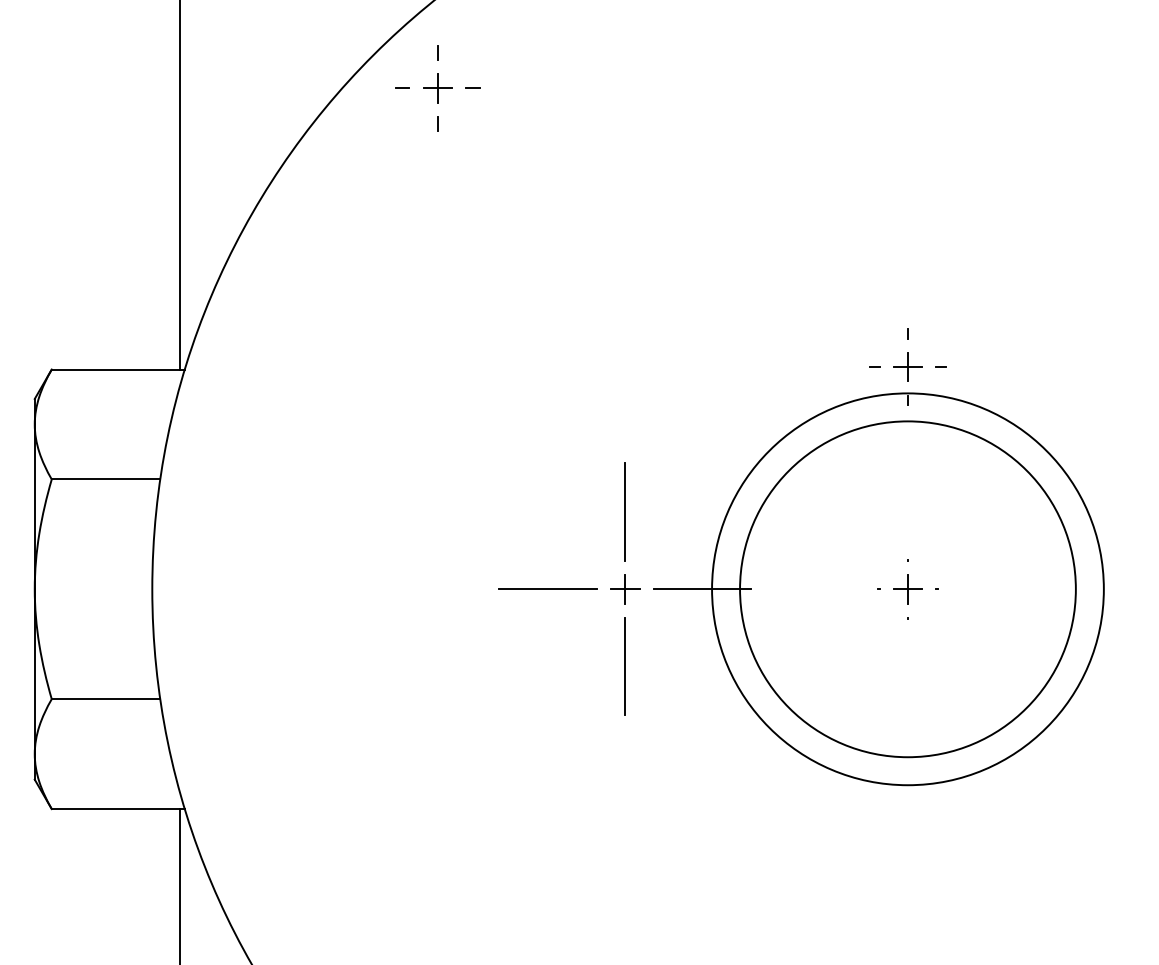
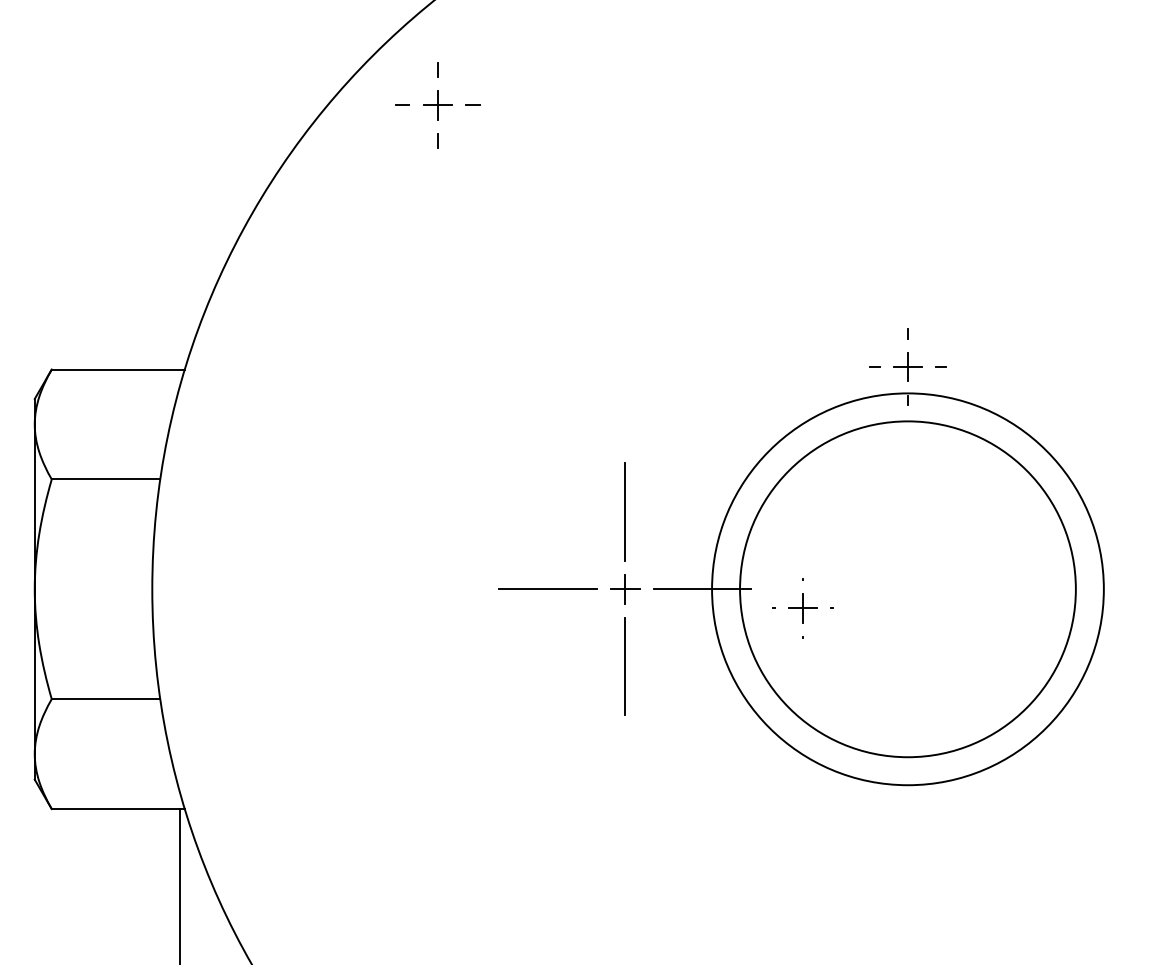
part at (437, 88) position: (437, 88) -> (437, 105)
line at (180, 185): present -> none
part at (907, 589) position: (907, 589) -> (802, 608)
